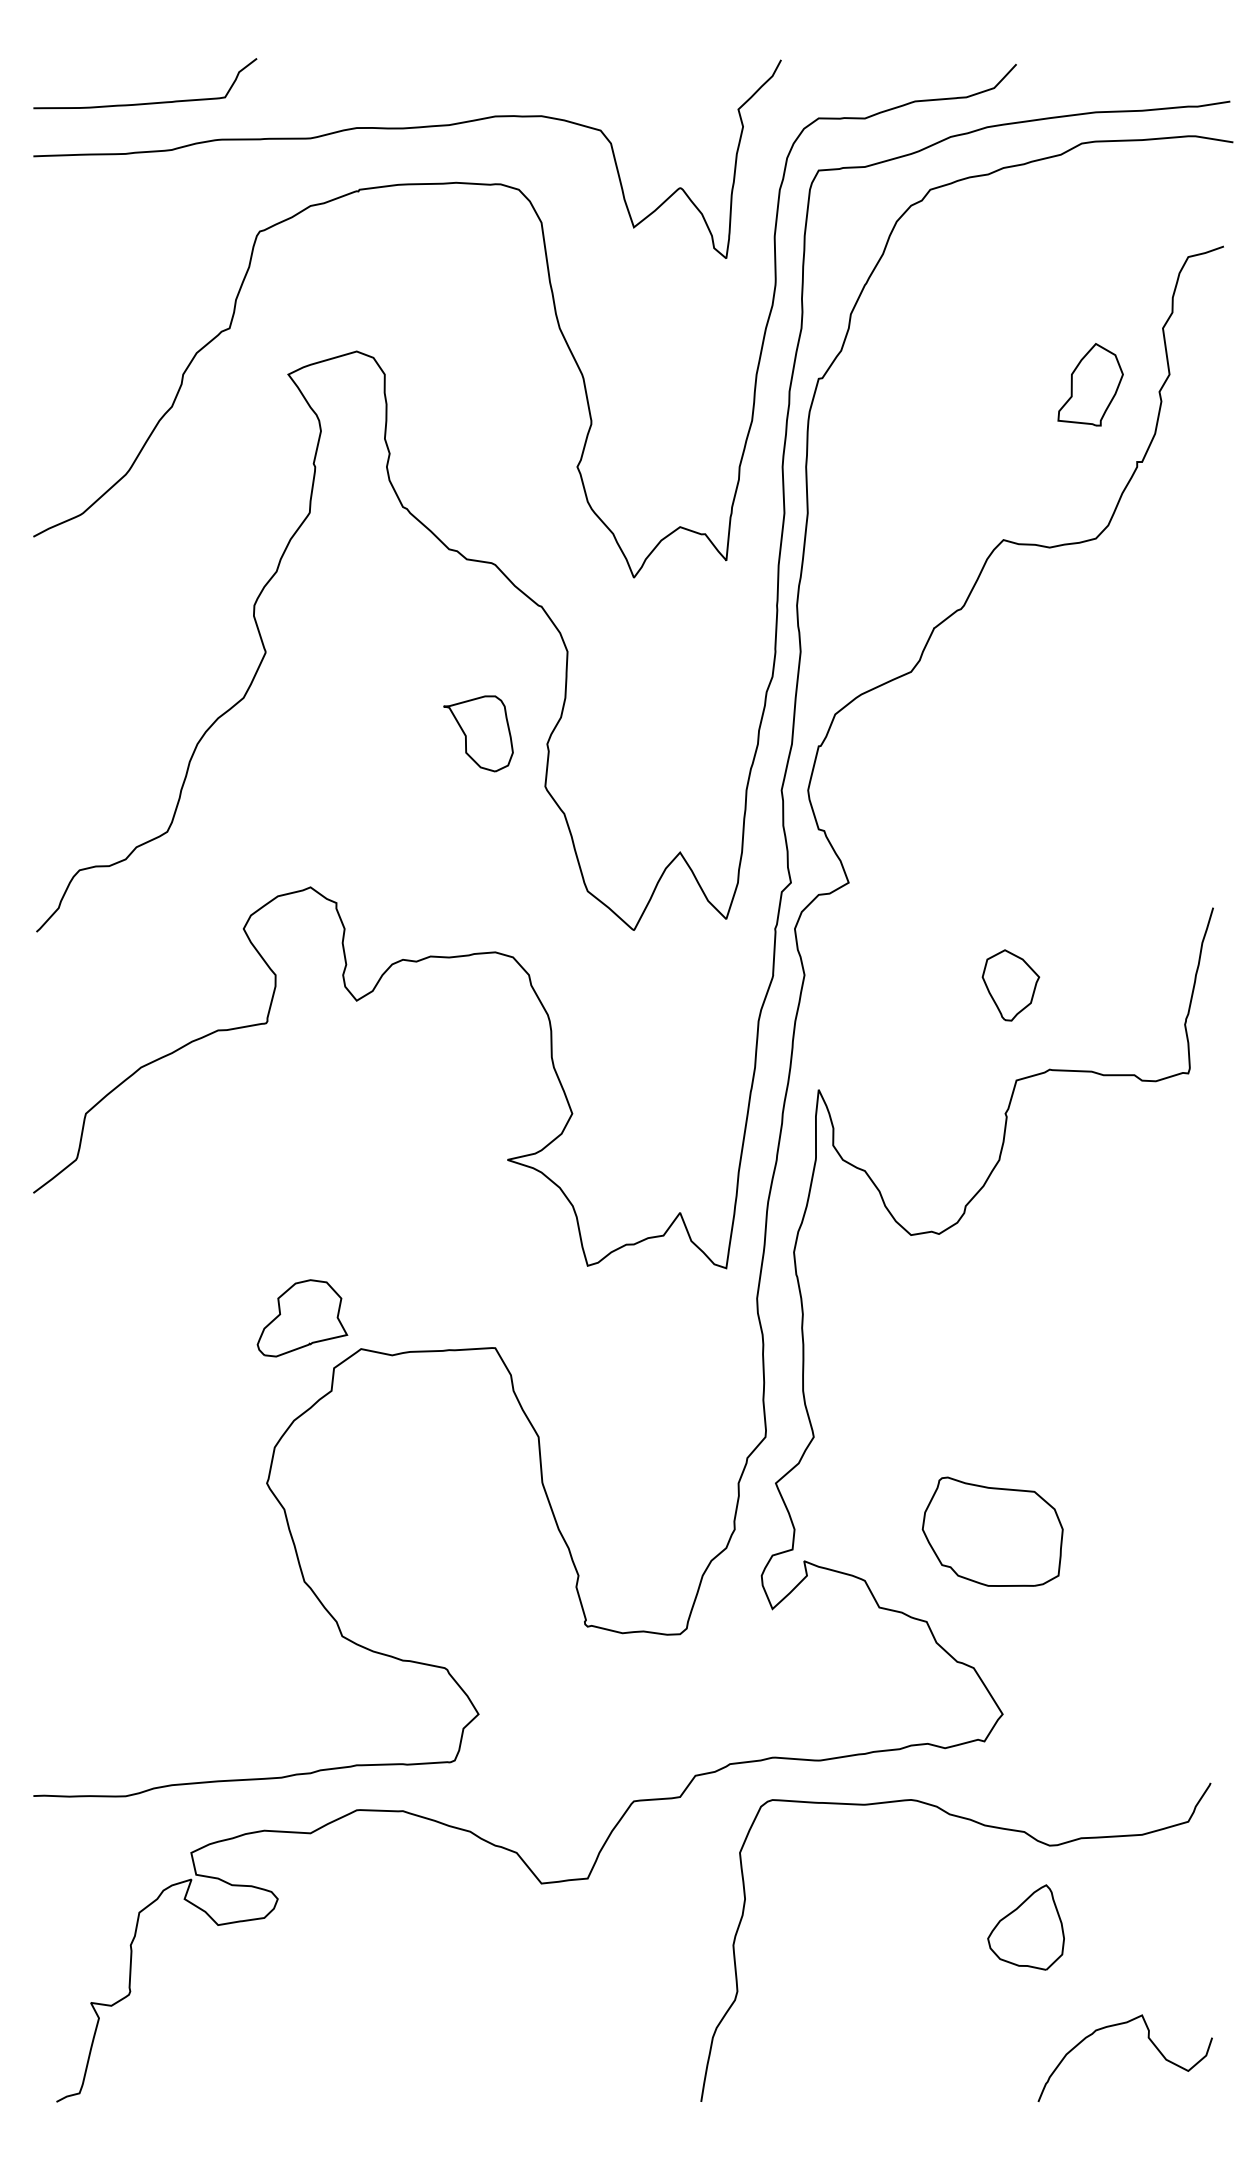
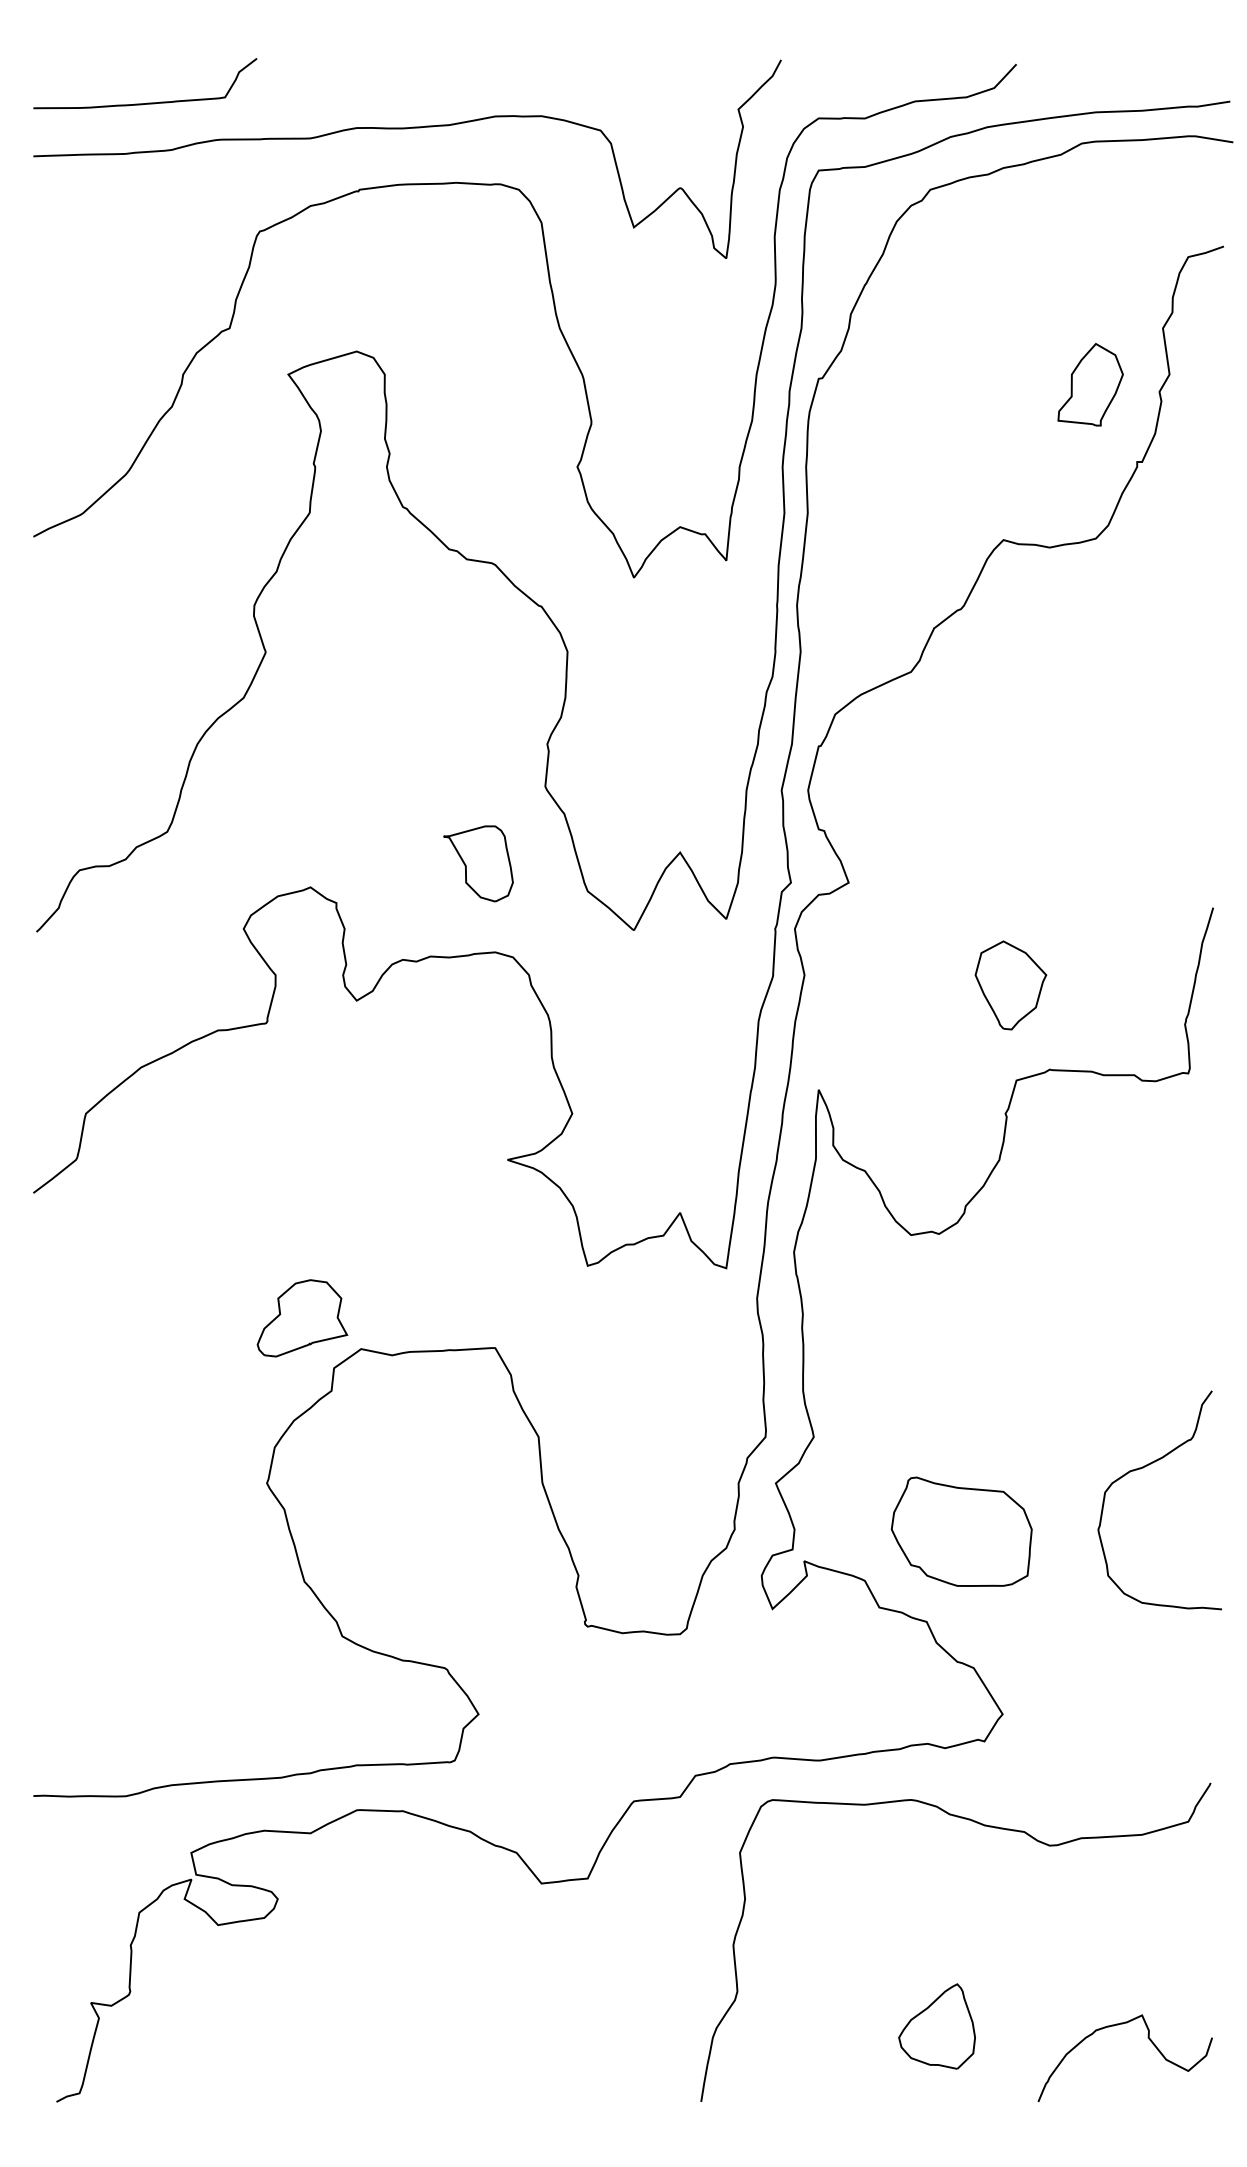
part at (478, 733) position: (478, 733) -> (478, 863)
part at (1010, 985) size: 60x73 px -> 74x91 px
curve at (1143, 1468): none -> present
part at (992, 1531) position: (992, 1531) -> (961, 1531)
part at (1025, 1927) position: (1025, 1927) -> (936, 2026)
